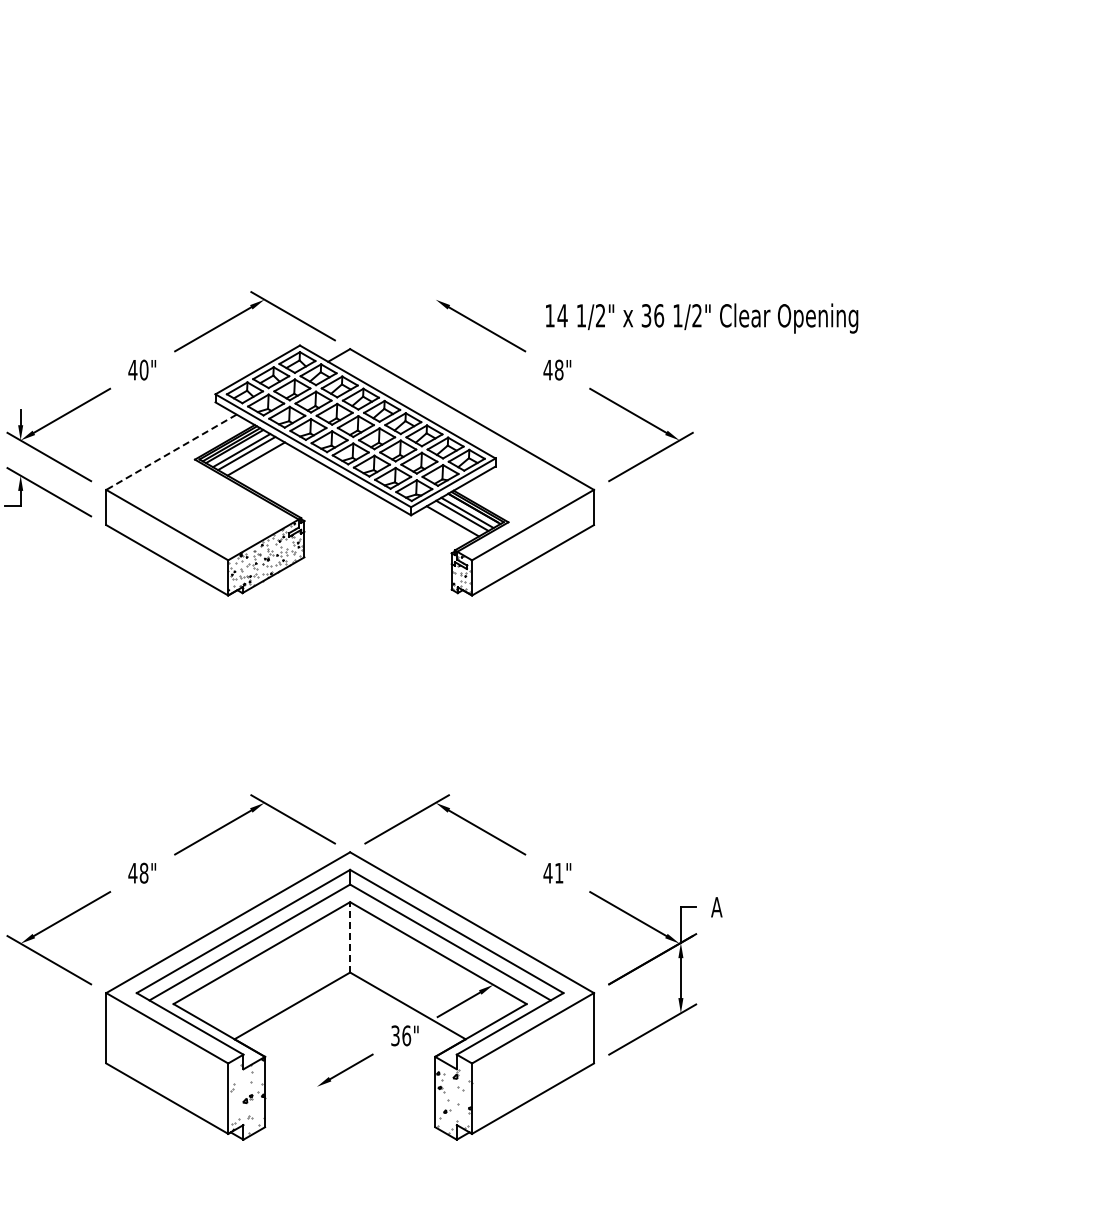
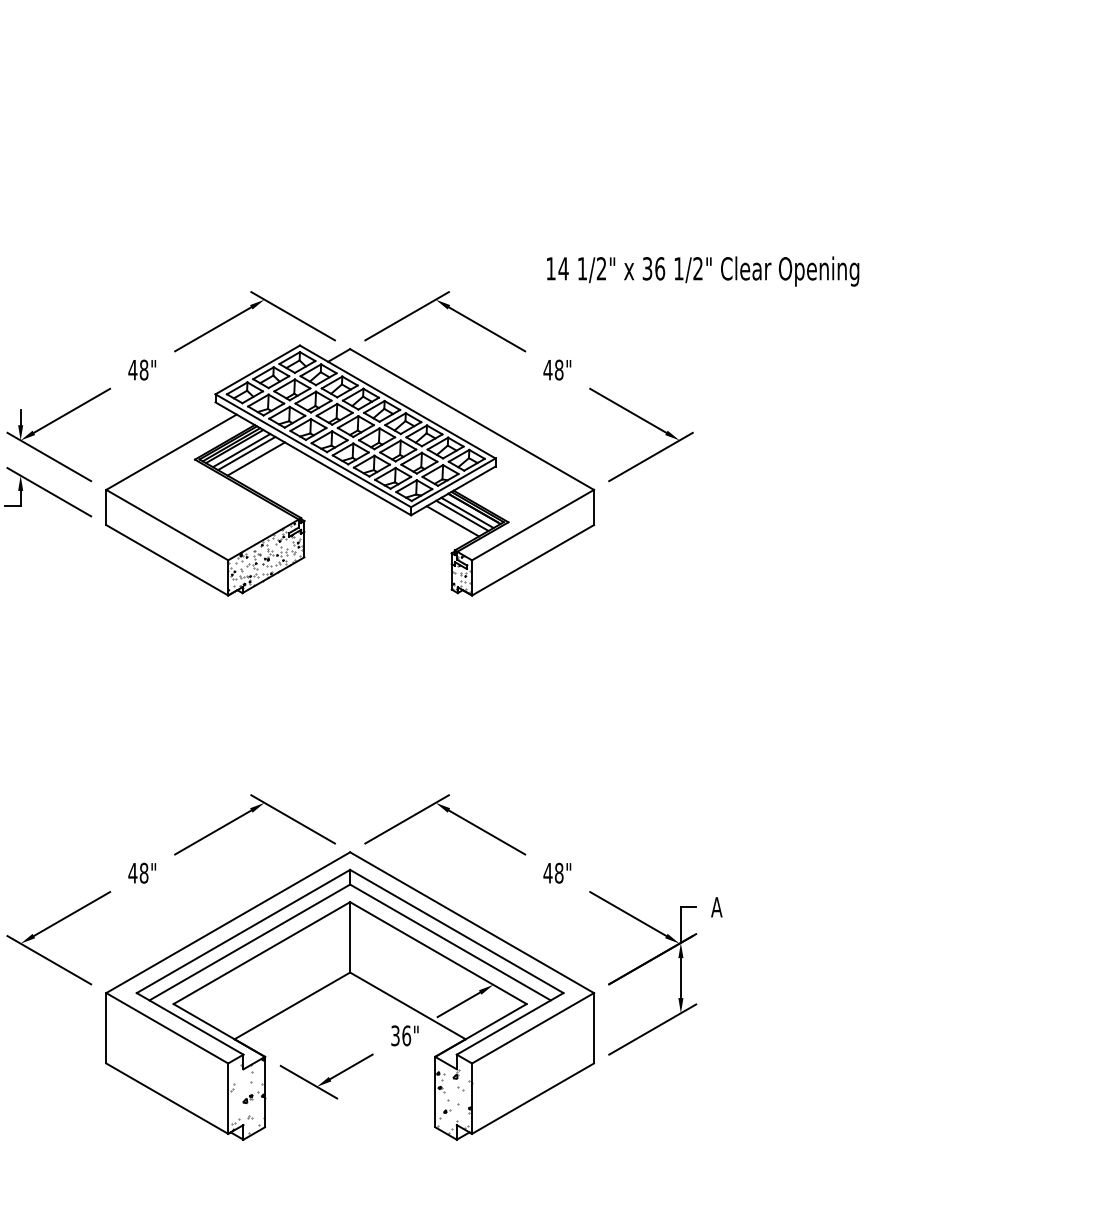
line at (406, 316): none -> present
text at (702, 318) position: (702, 318) -> (703, 271)
text at (143, 370): 40" -> 48"
line at (171, 452): dashed -> solid
text at (558, 872): 41" -> 48"
line at (350, 936): dashed -> solid
line at (308, 1081): none -> present
